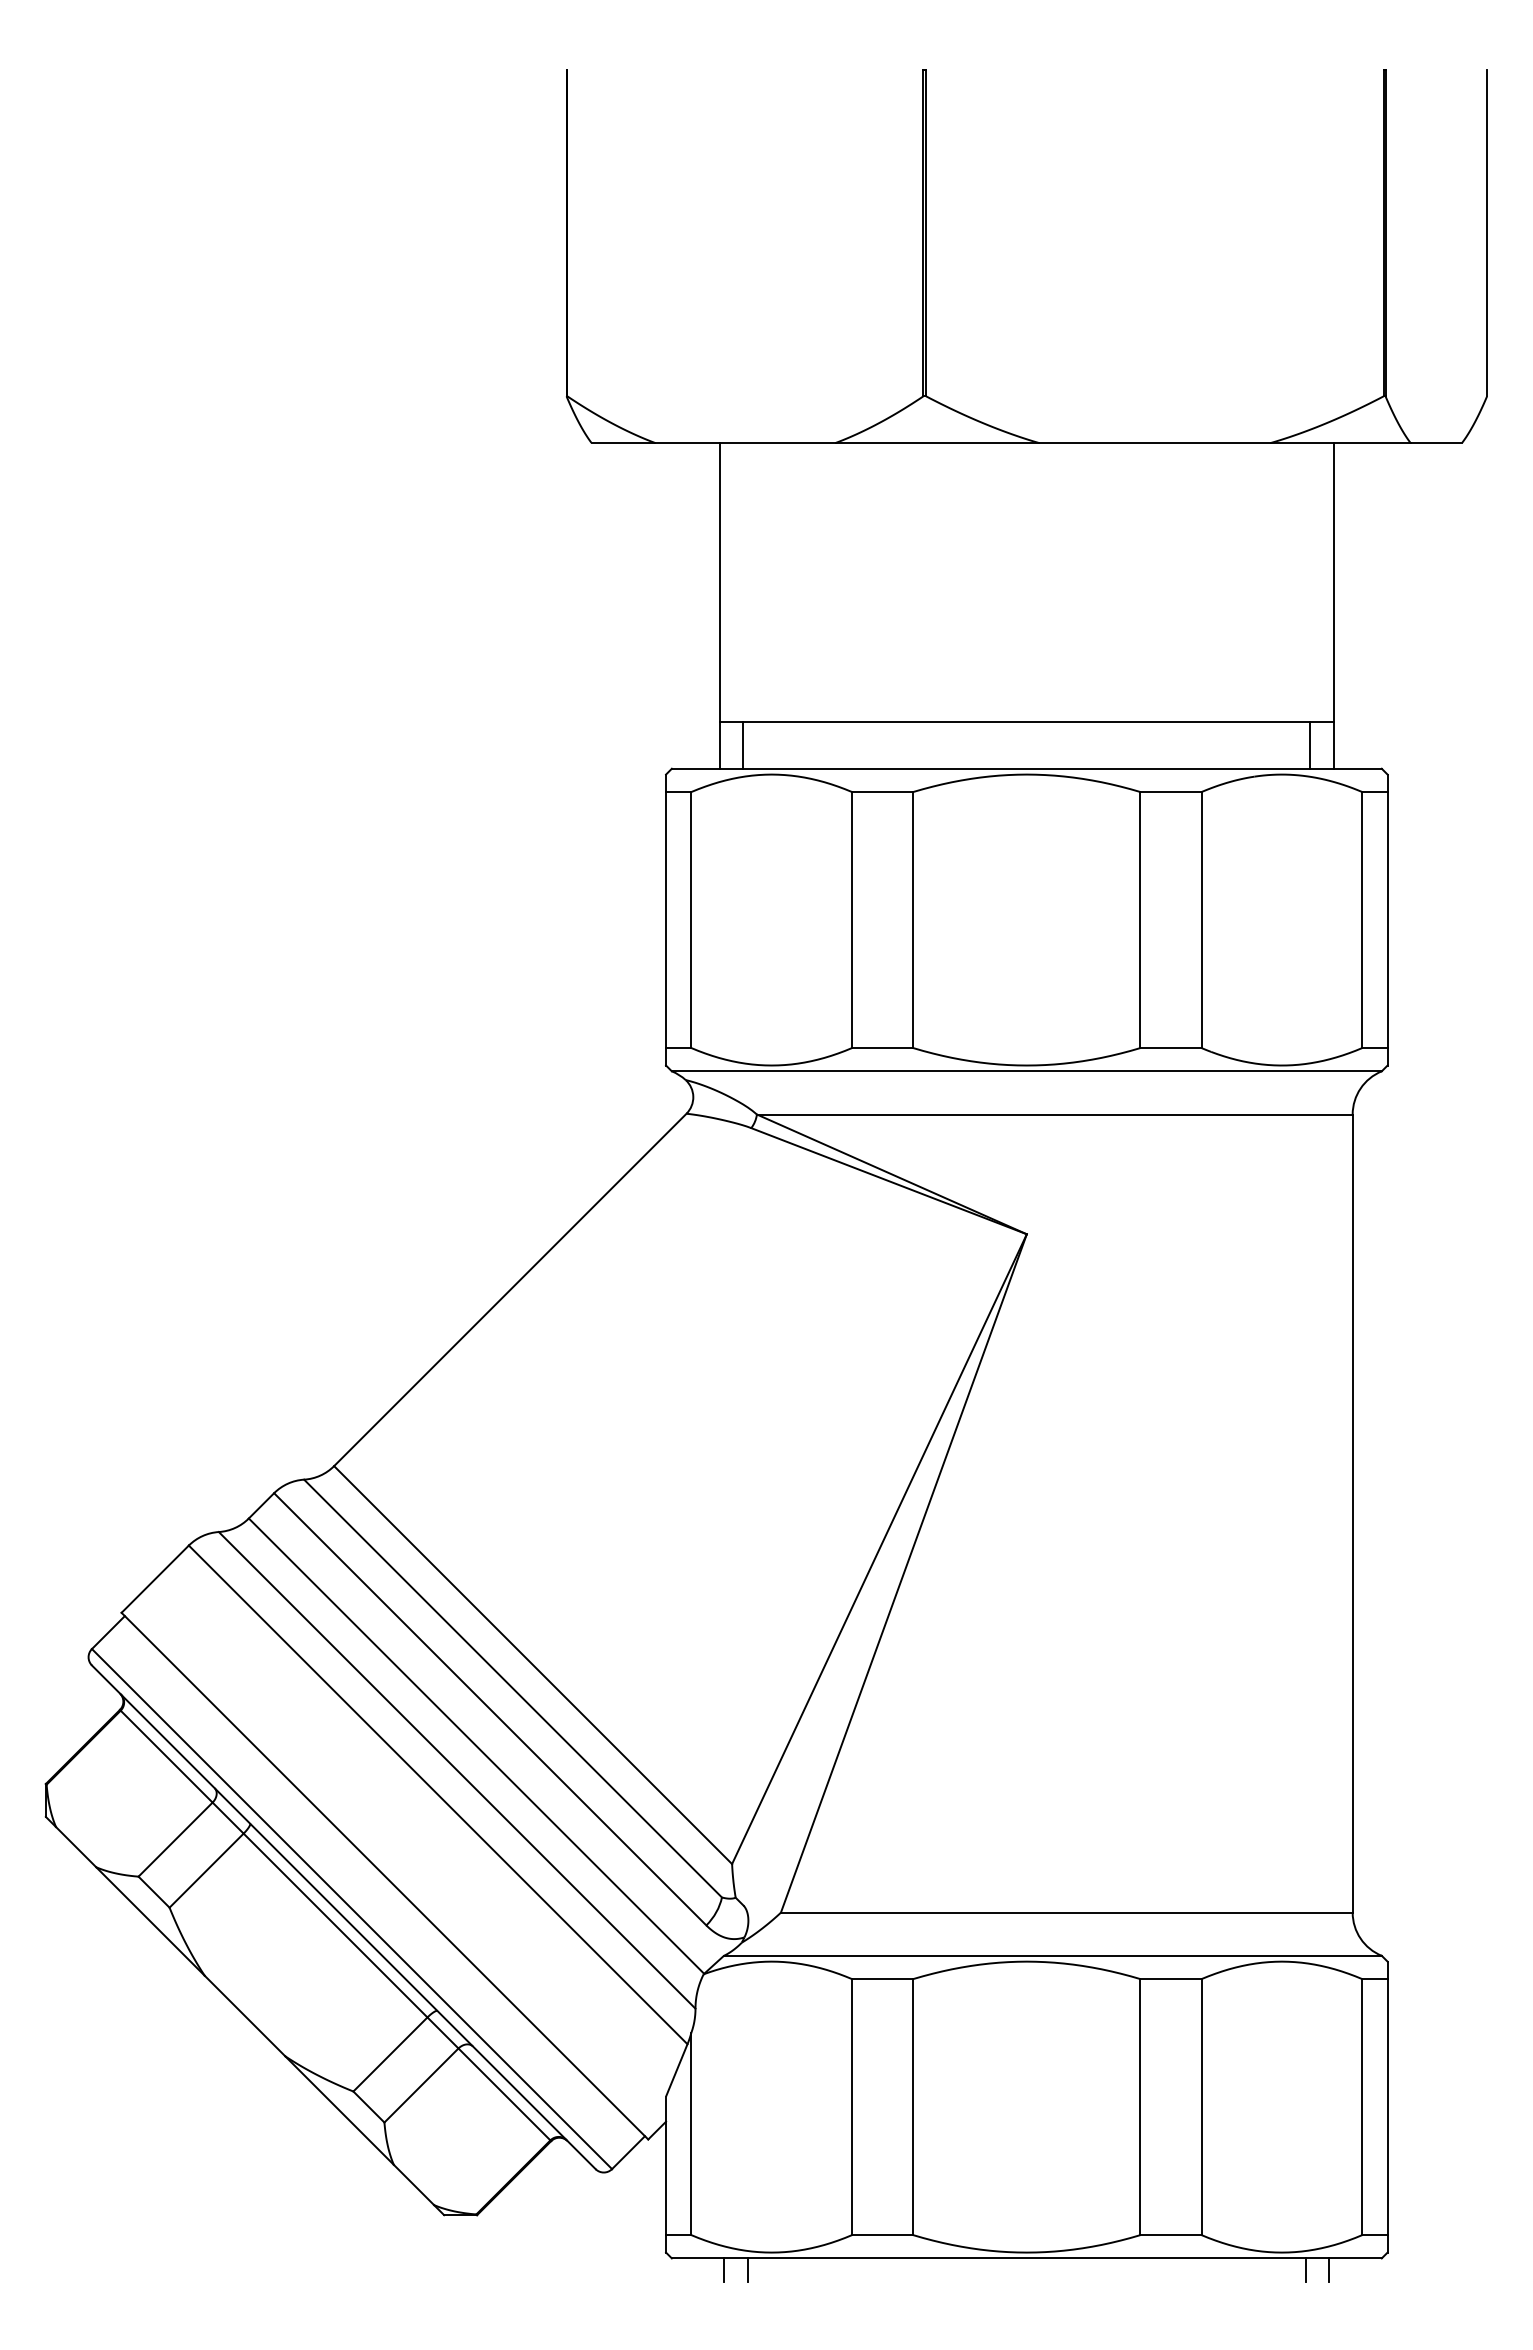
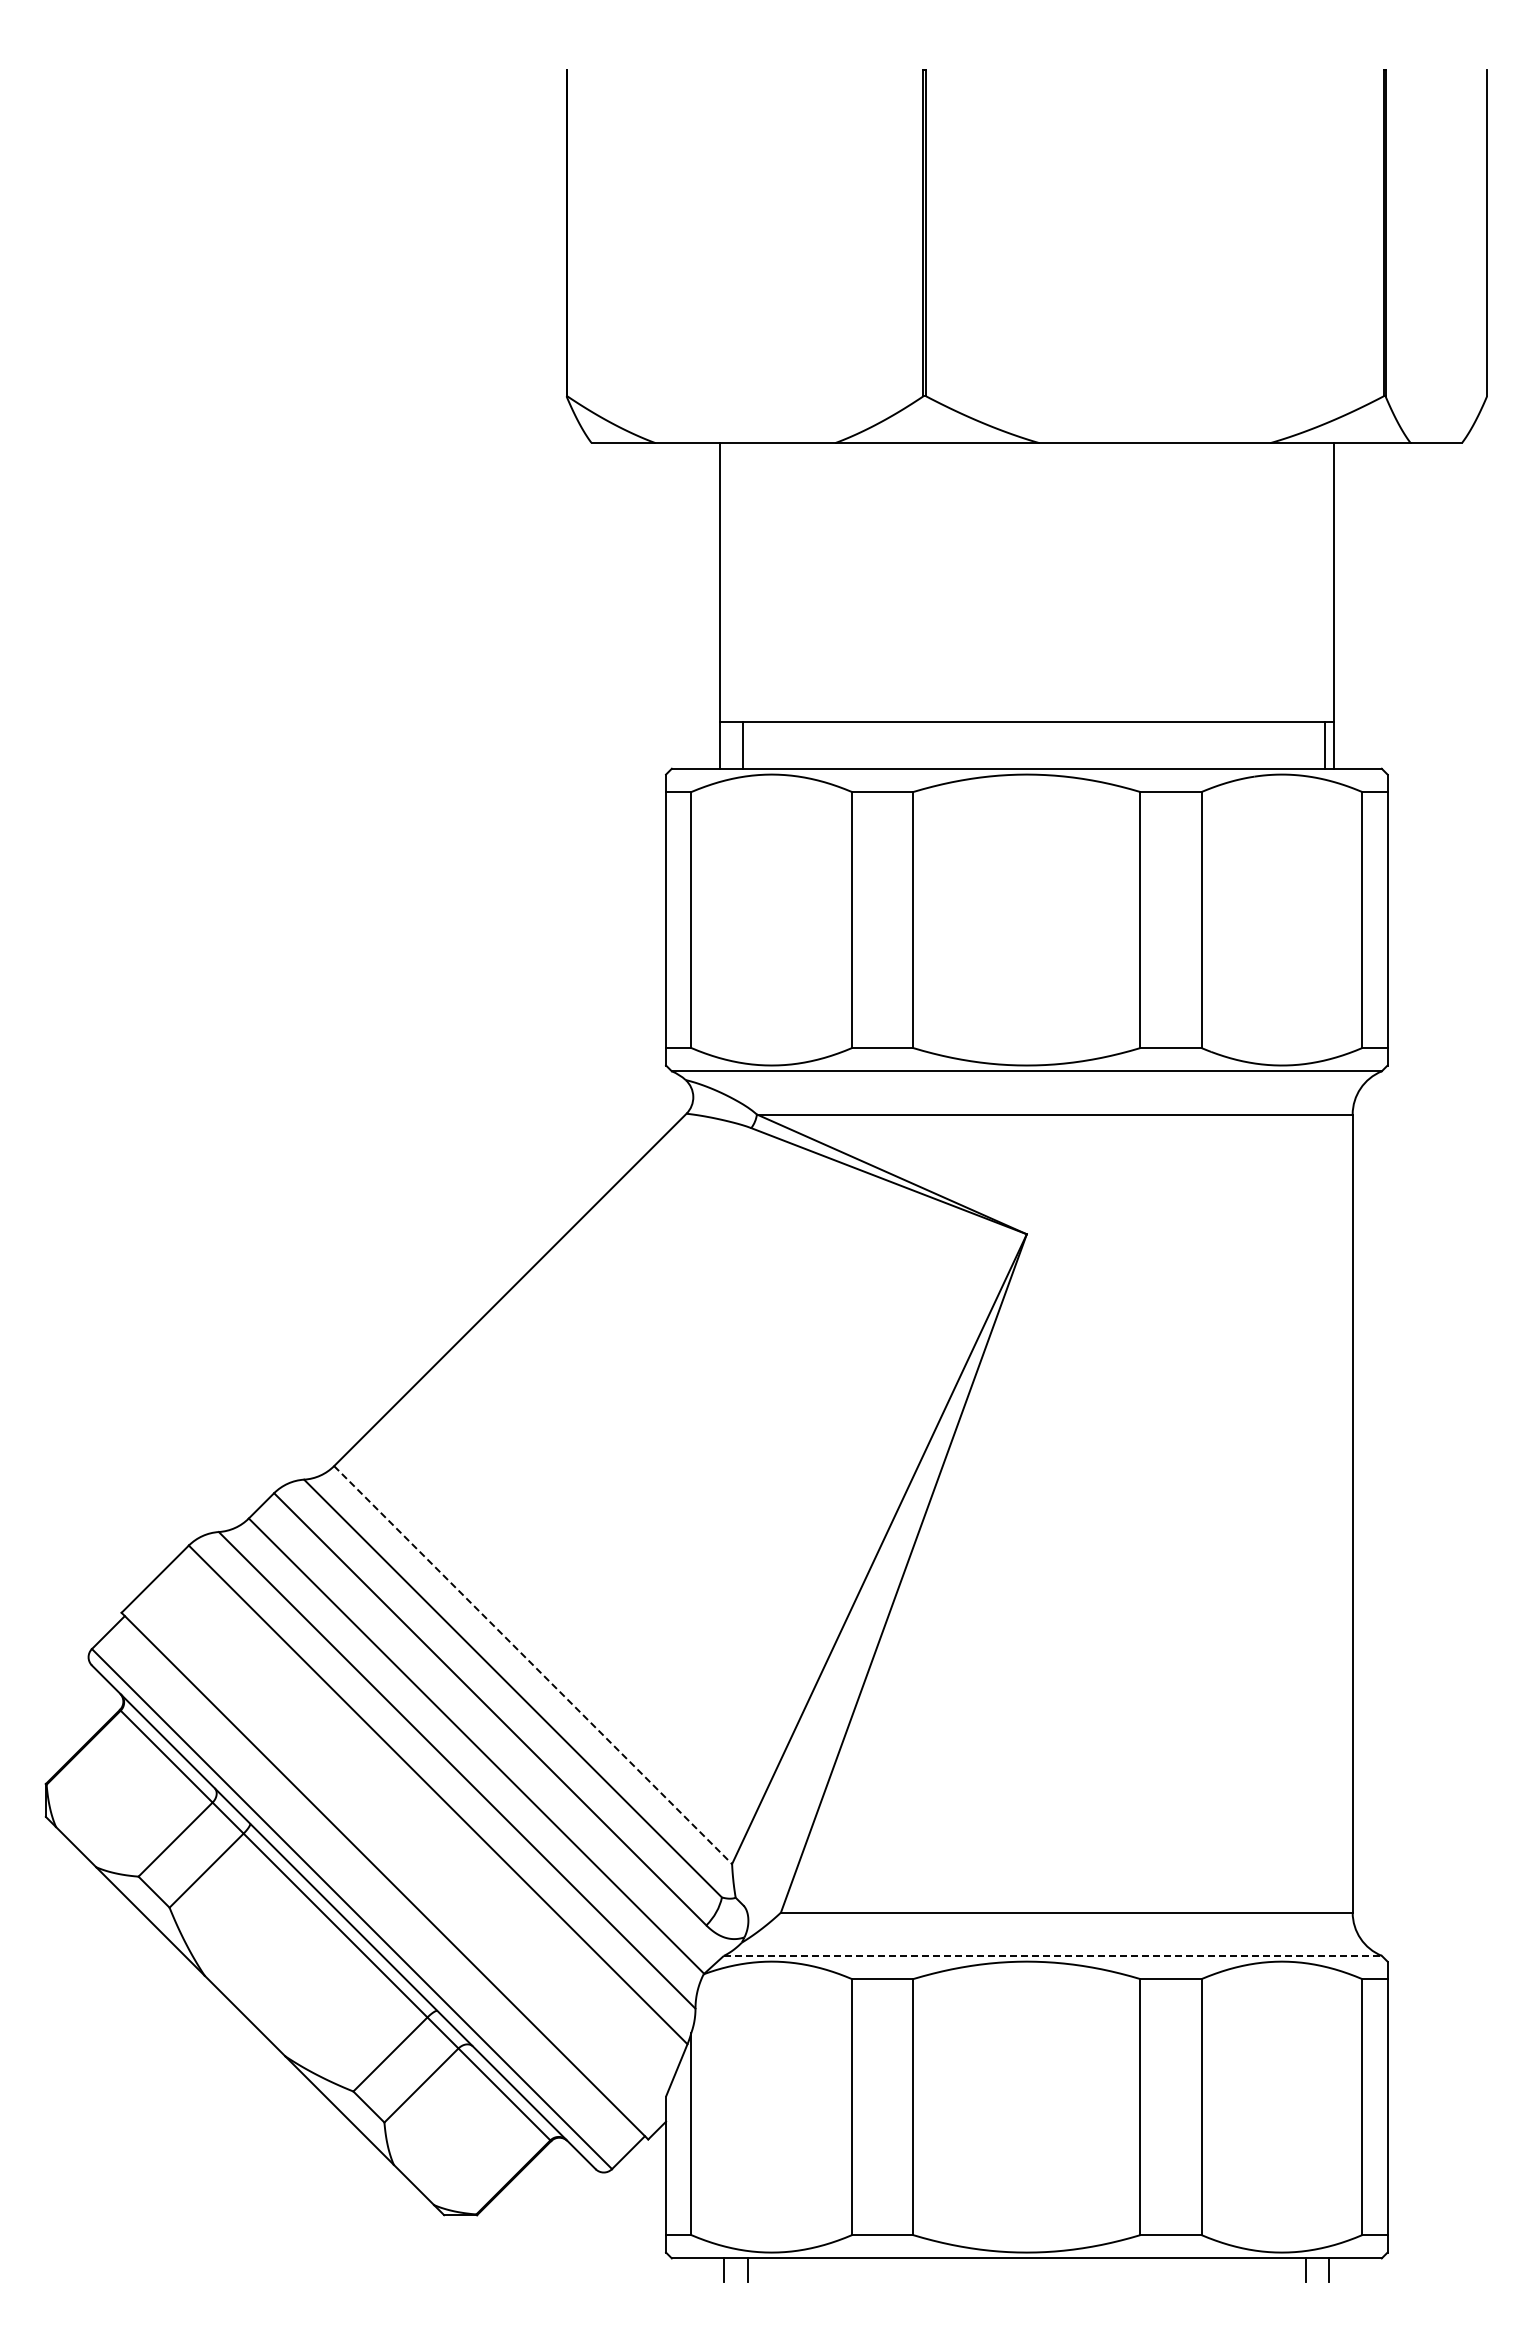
line at (1310, 745) position: (1310, 745) -> (1325, 745)
line at (533, 1665): solid -> dashed
line at (1052, 1955): solid -> dashed
